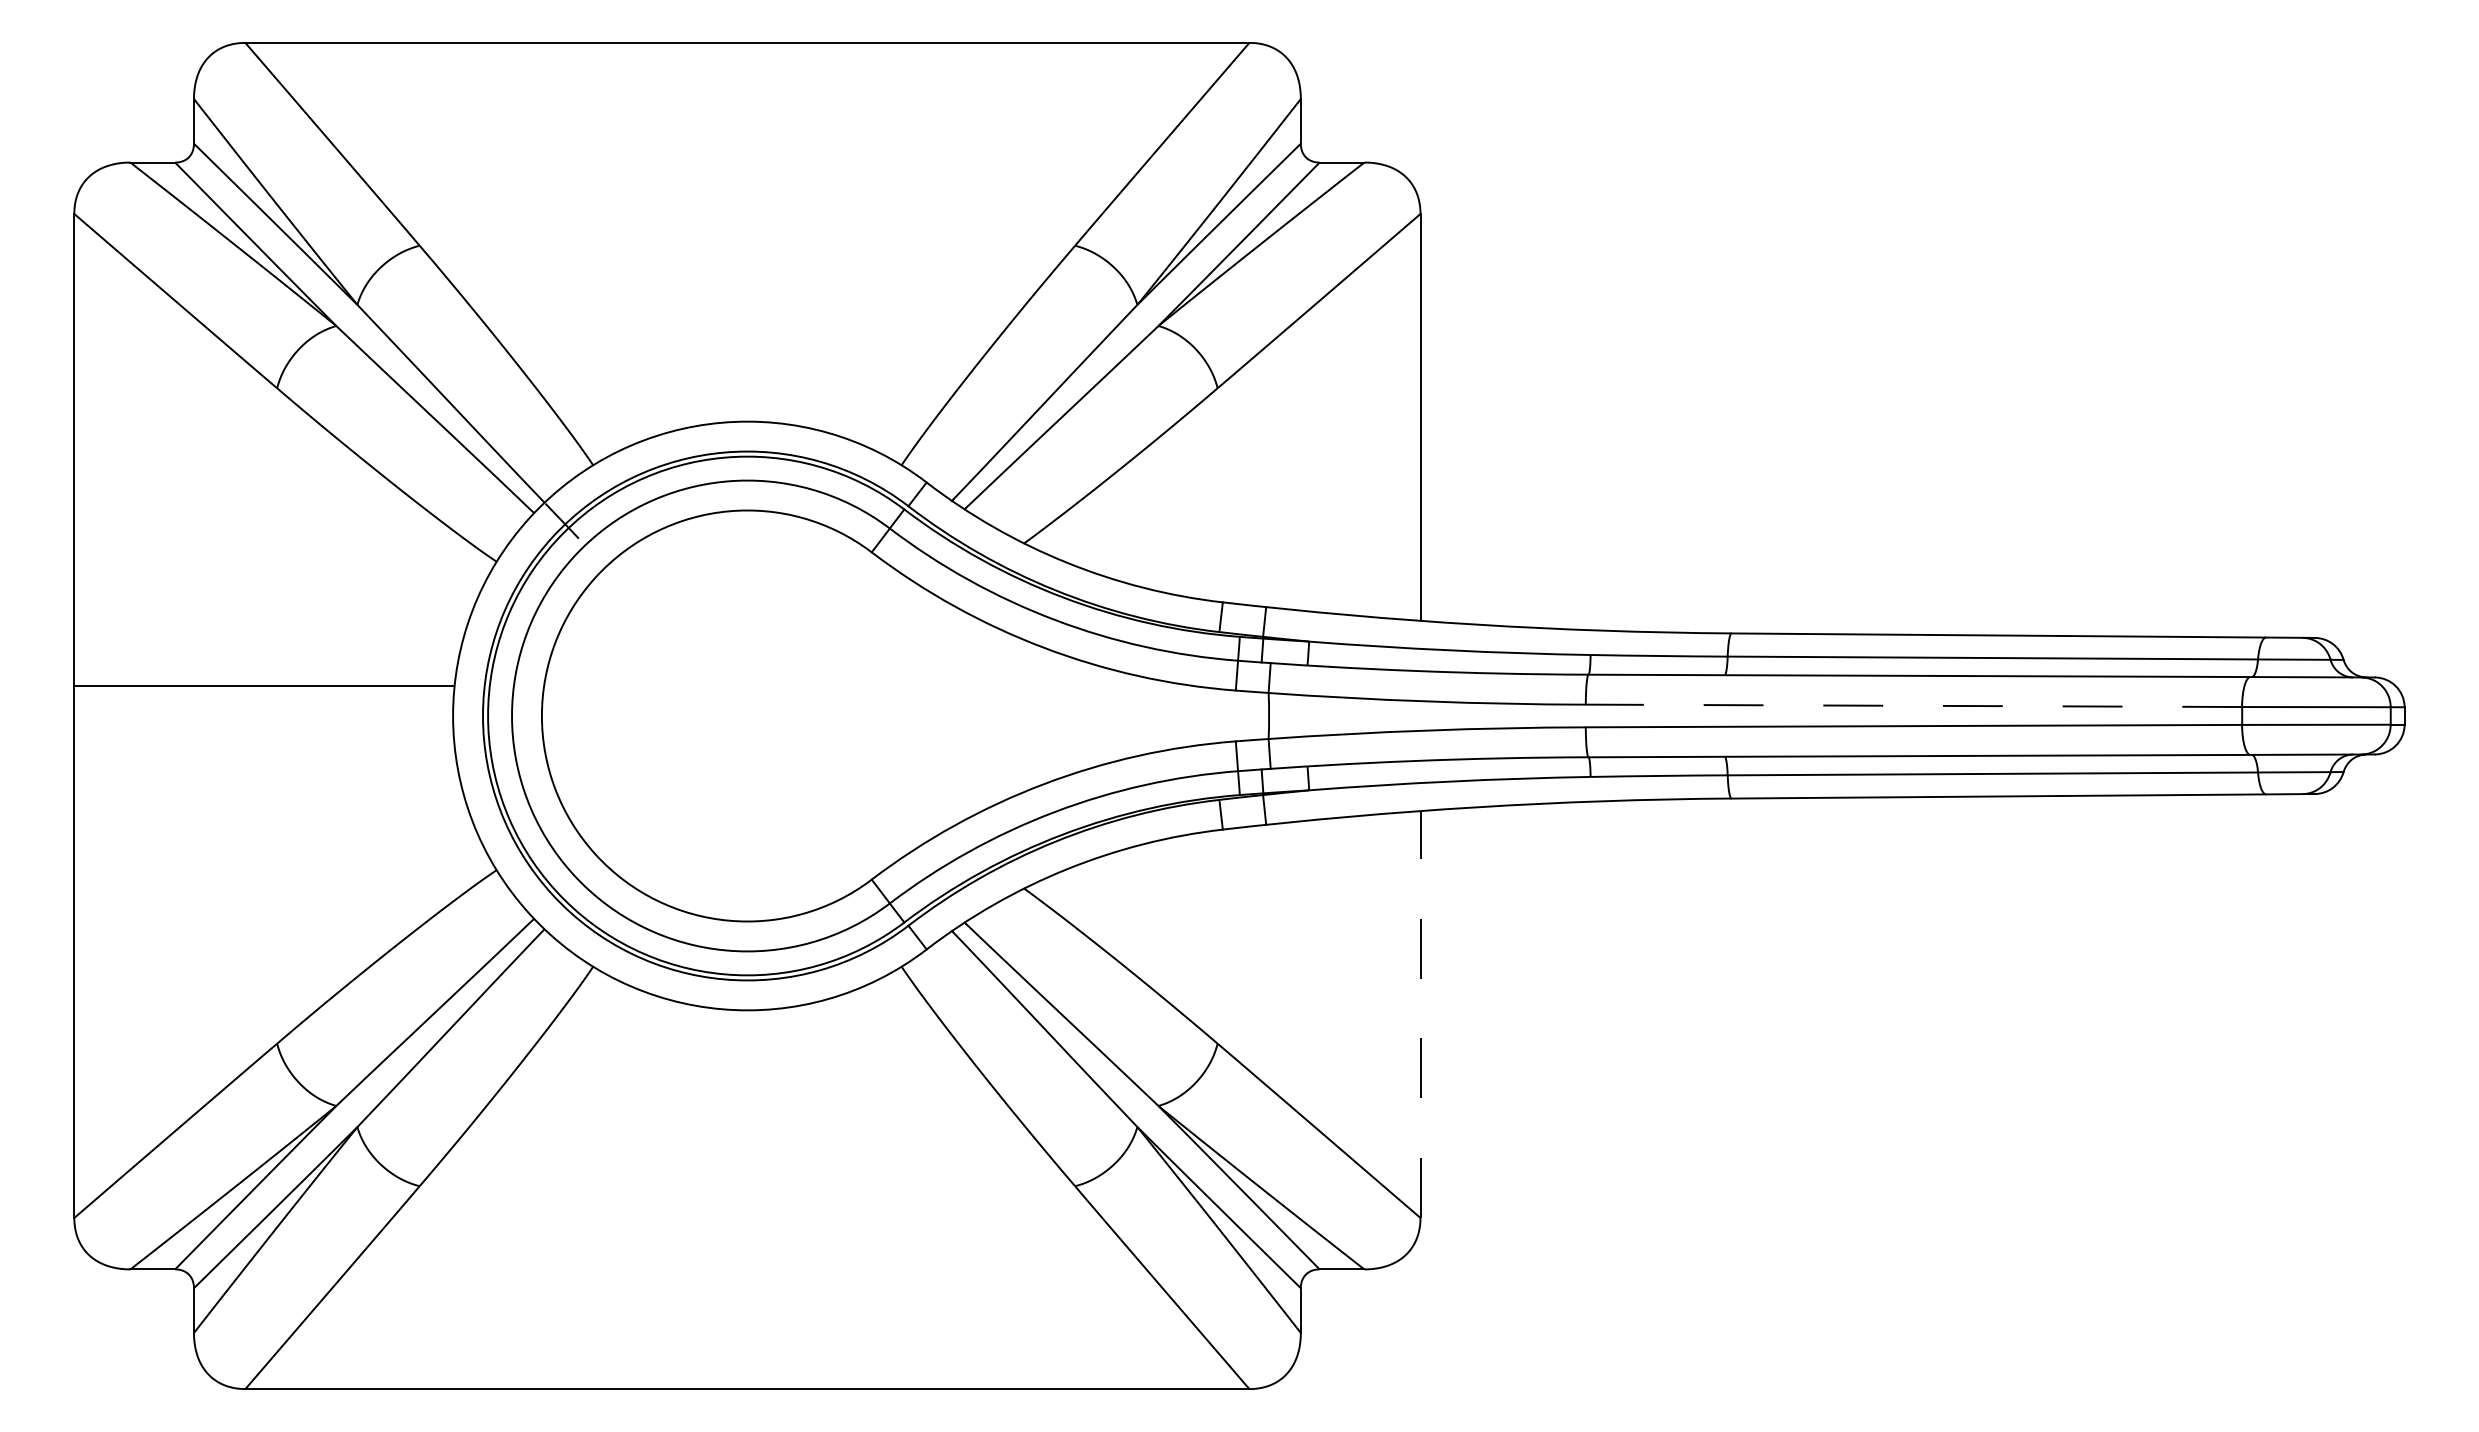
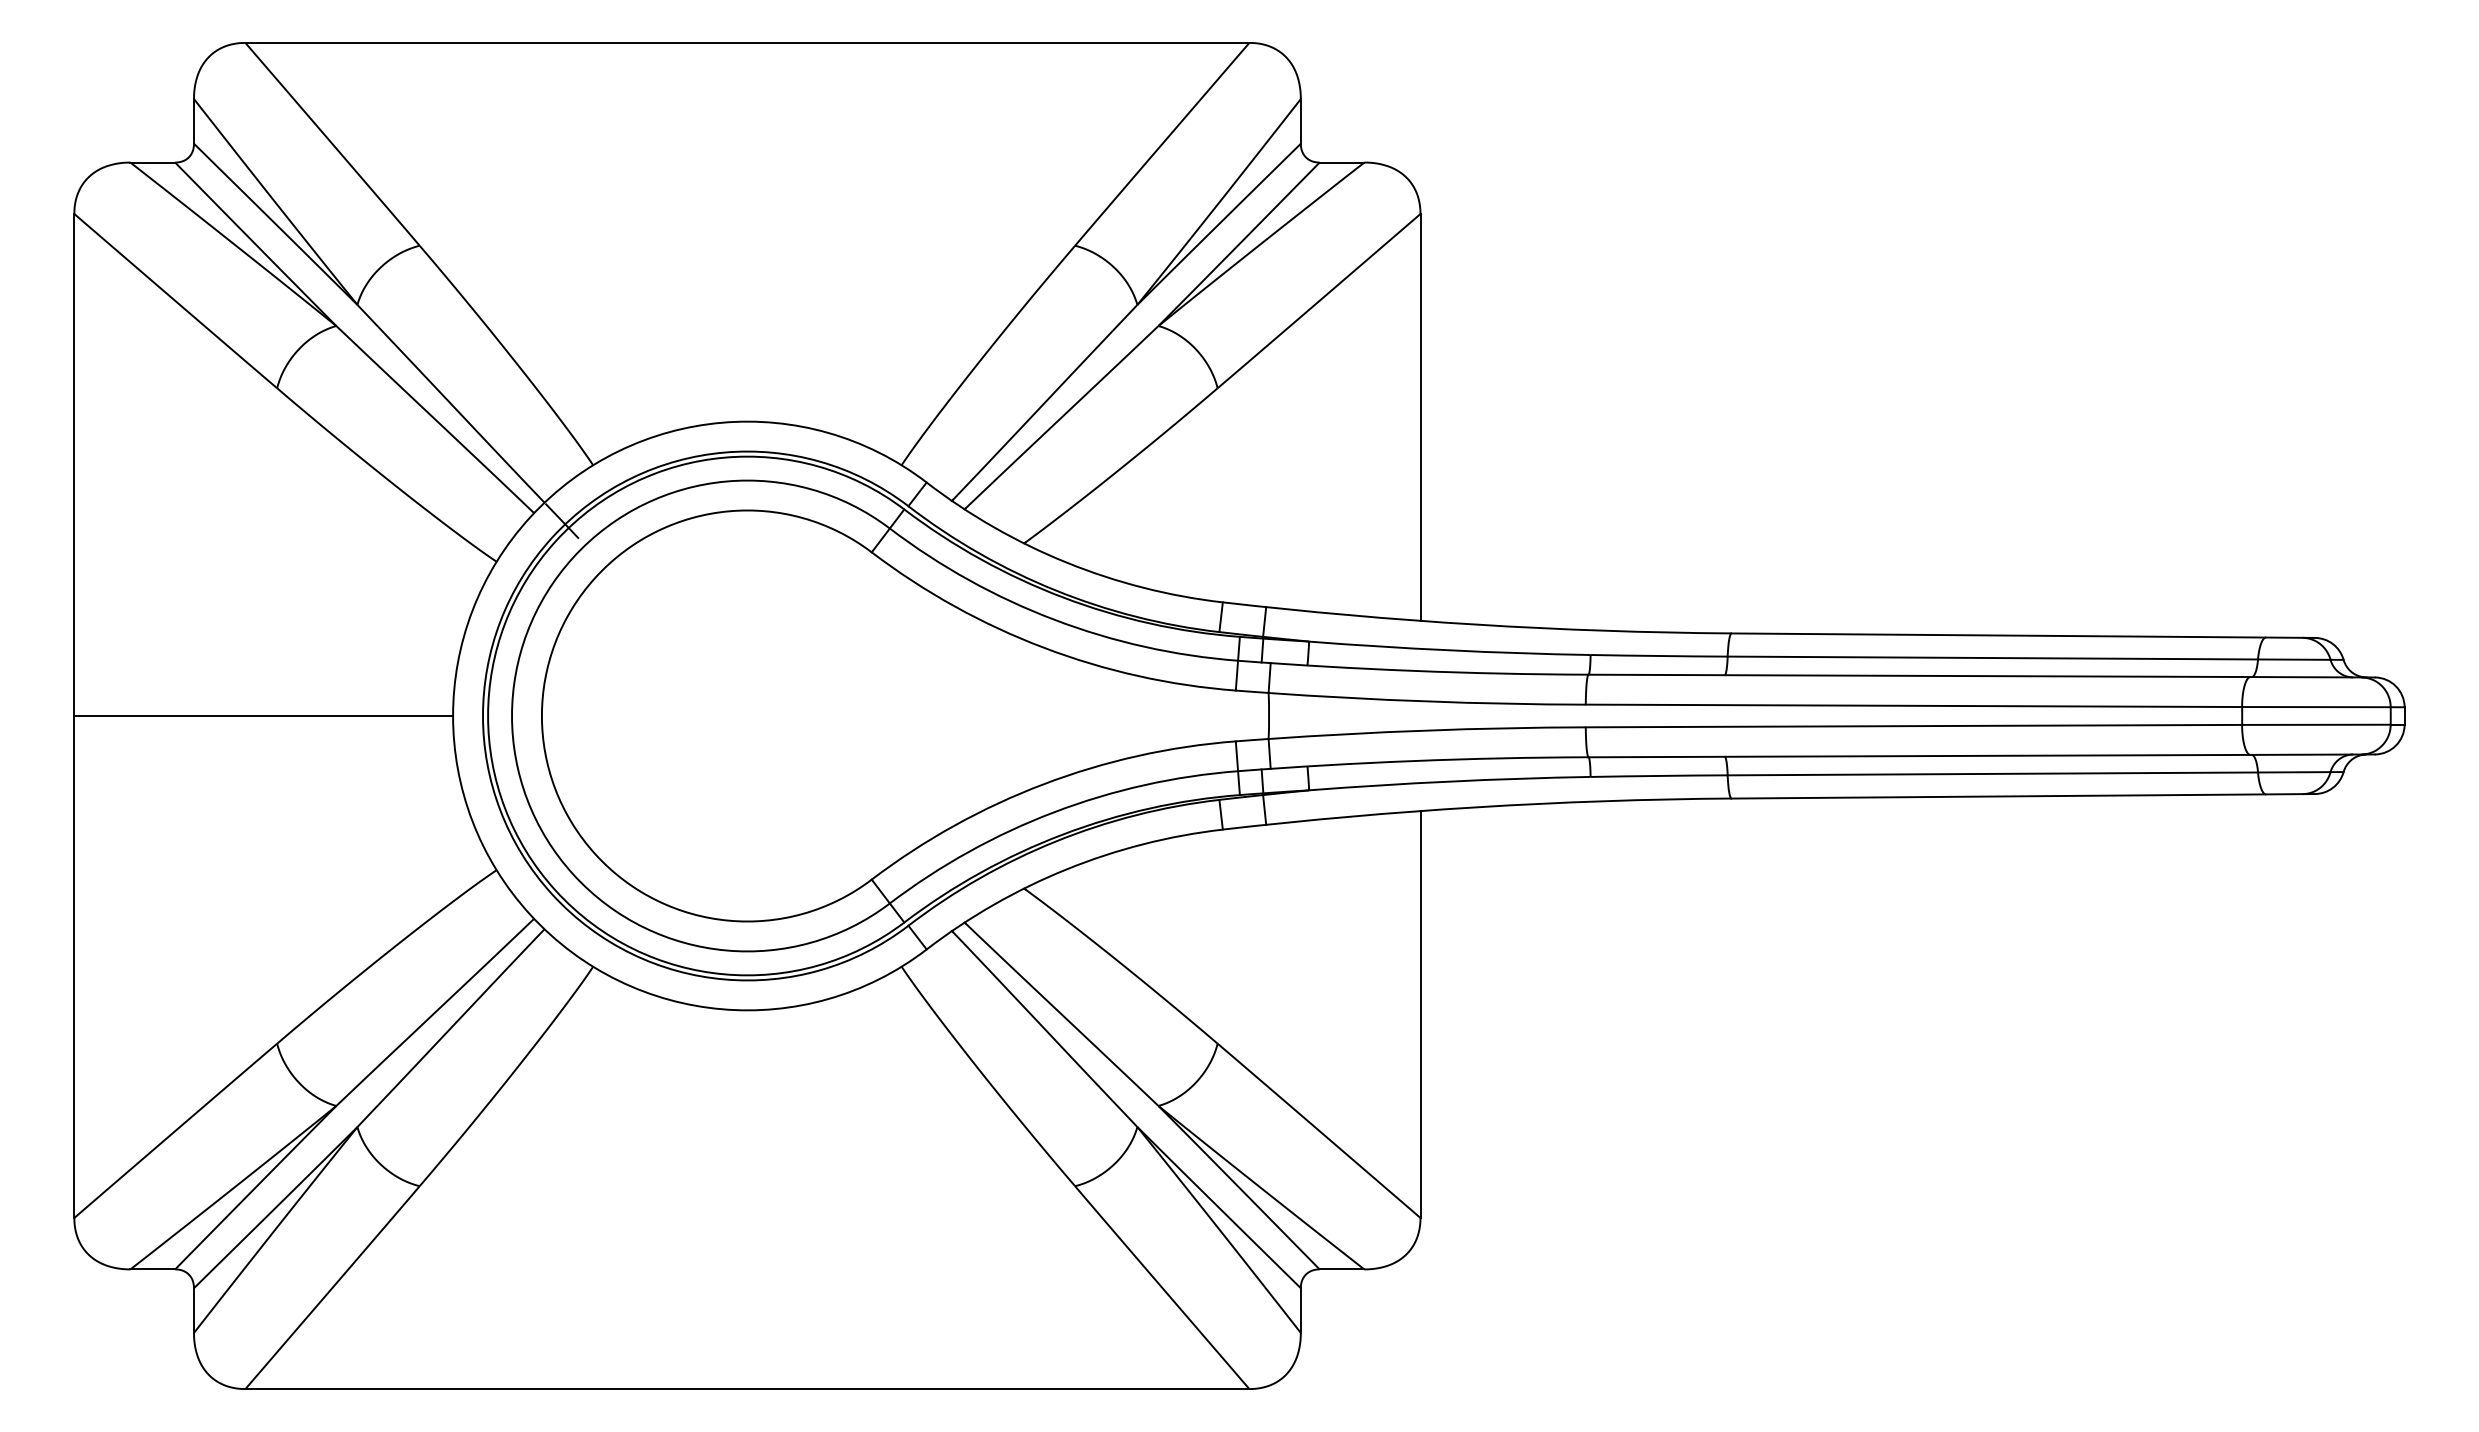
line at (263, 686) position: (263, 686) -> (263, 716)
line at (1913, 705): dashed -> solid
line at (1420, 1014): dashed -> solid
